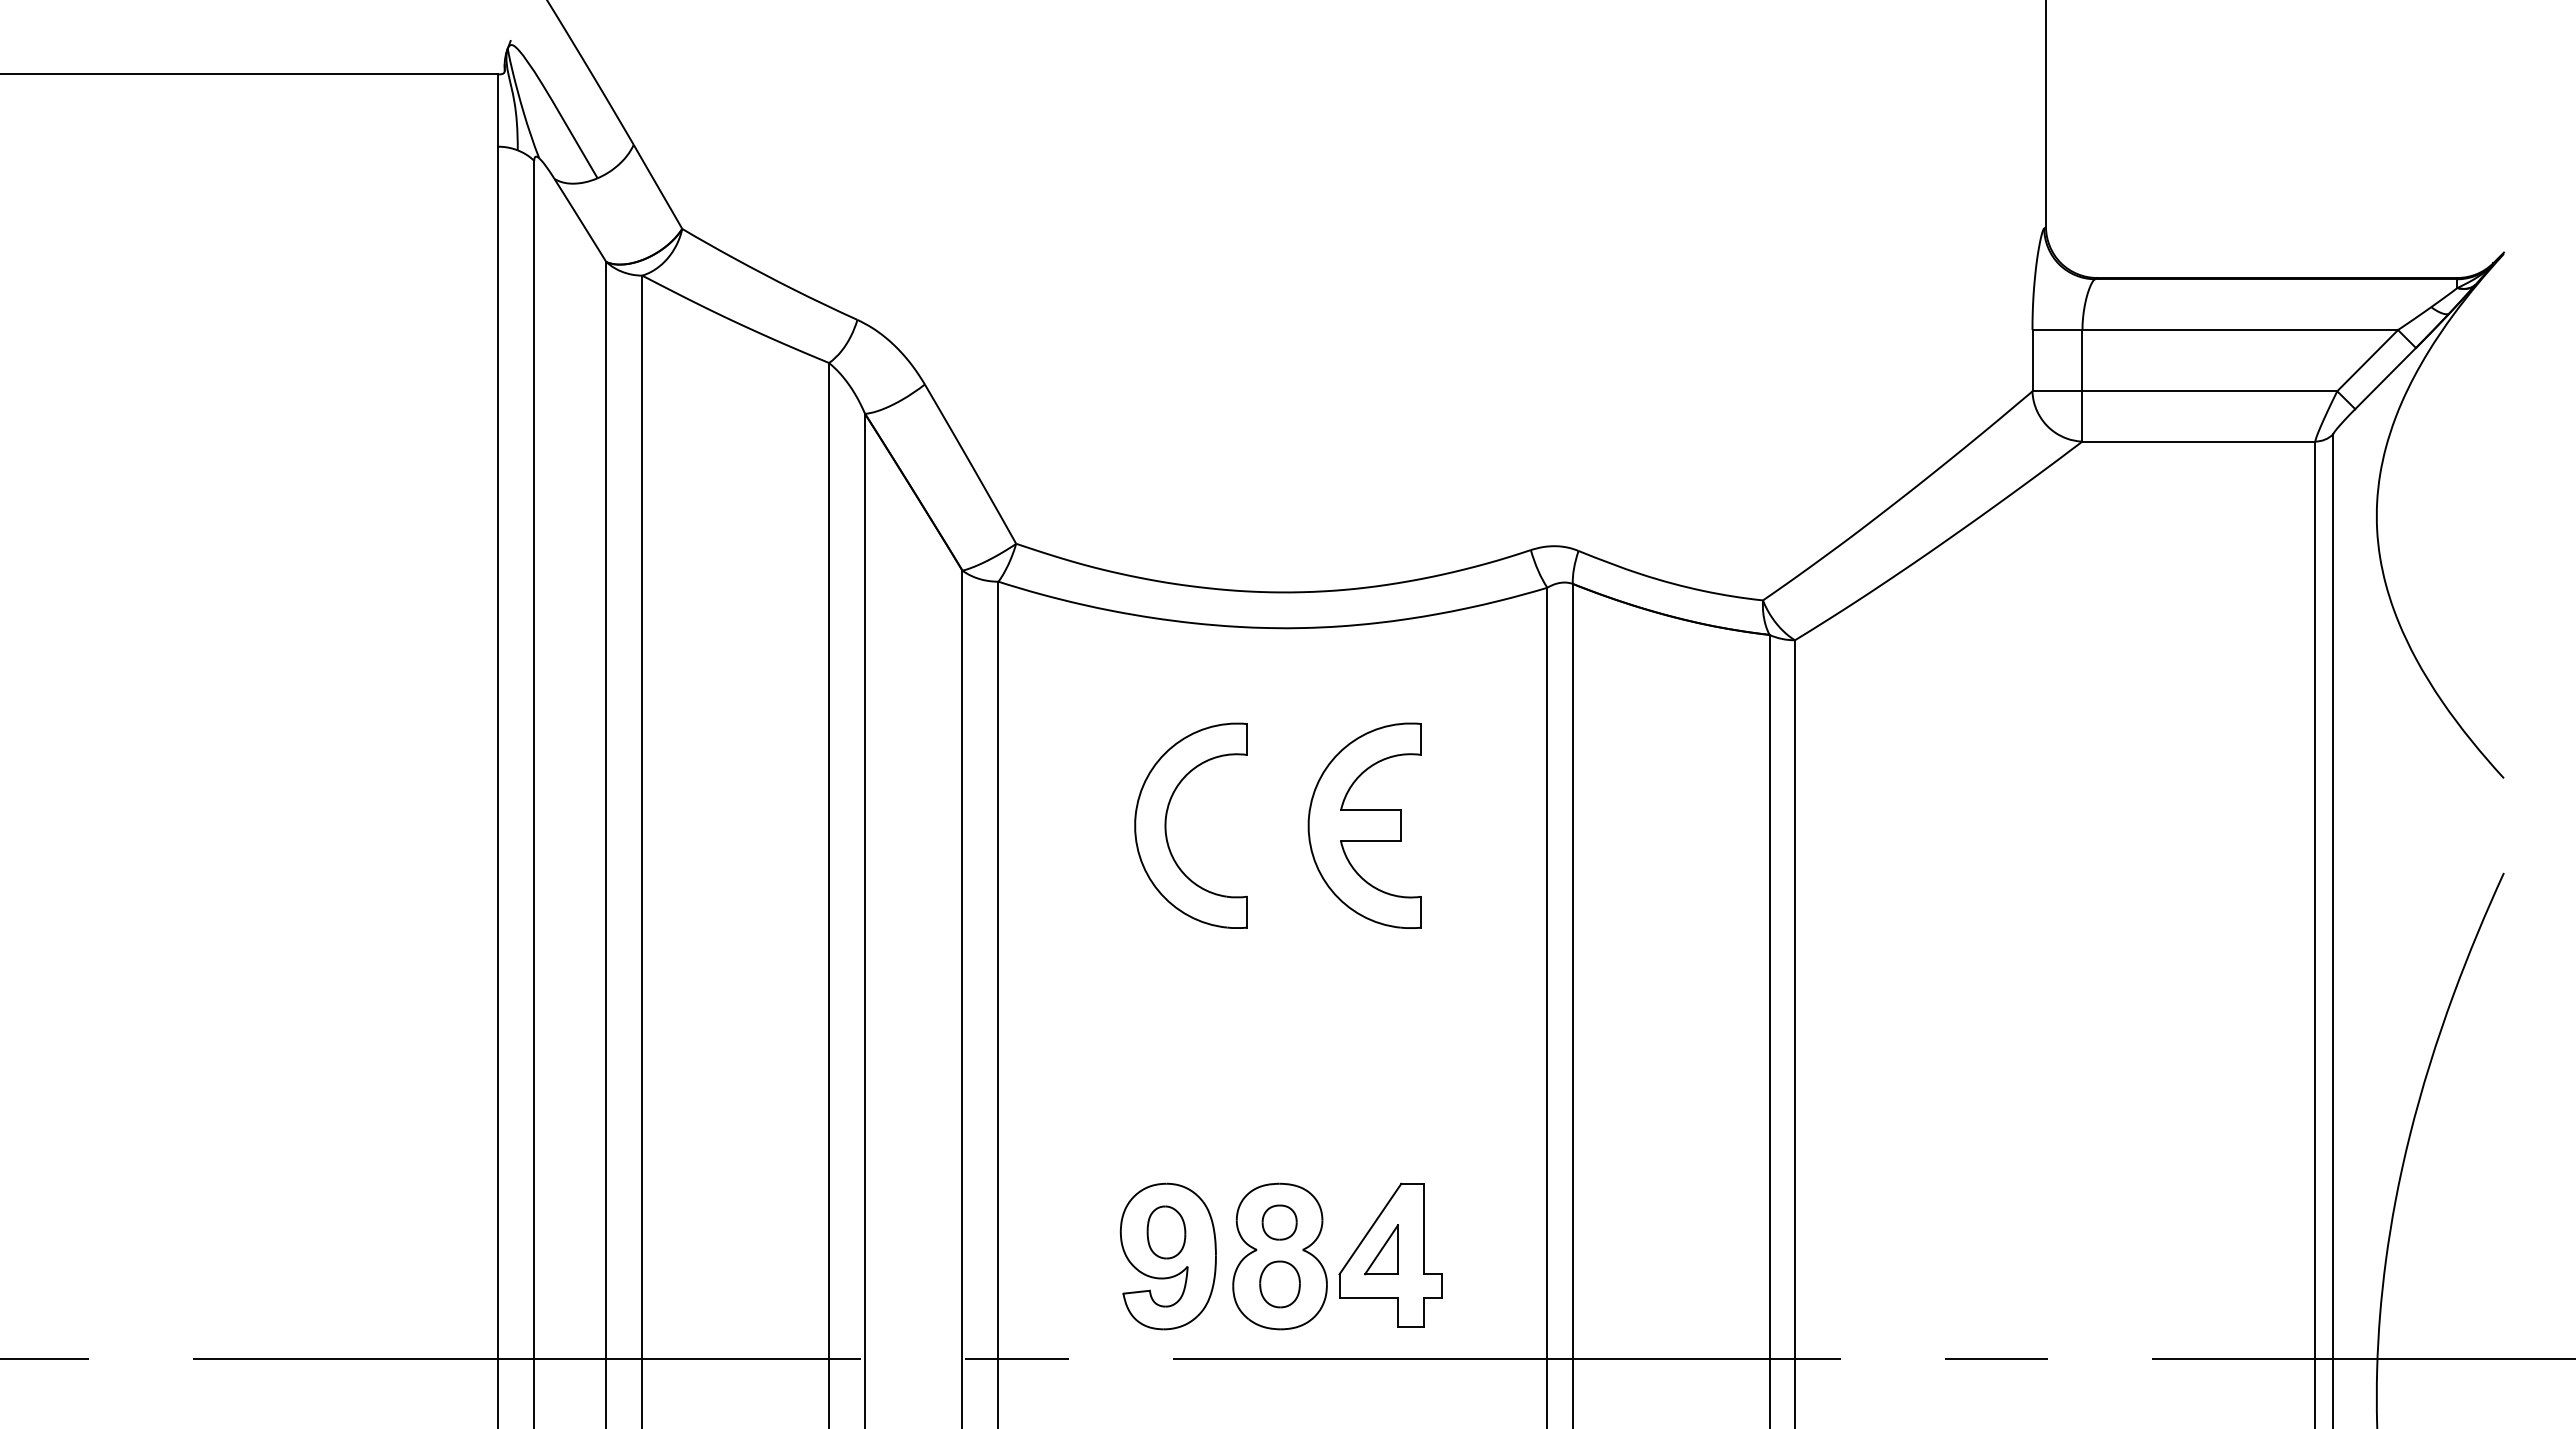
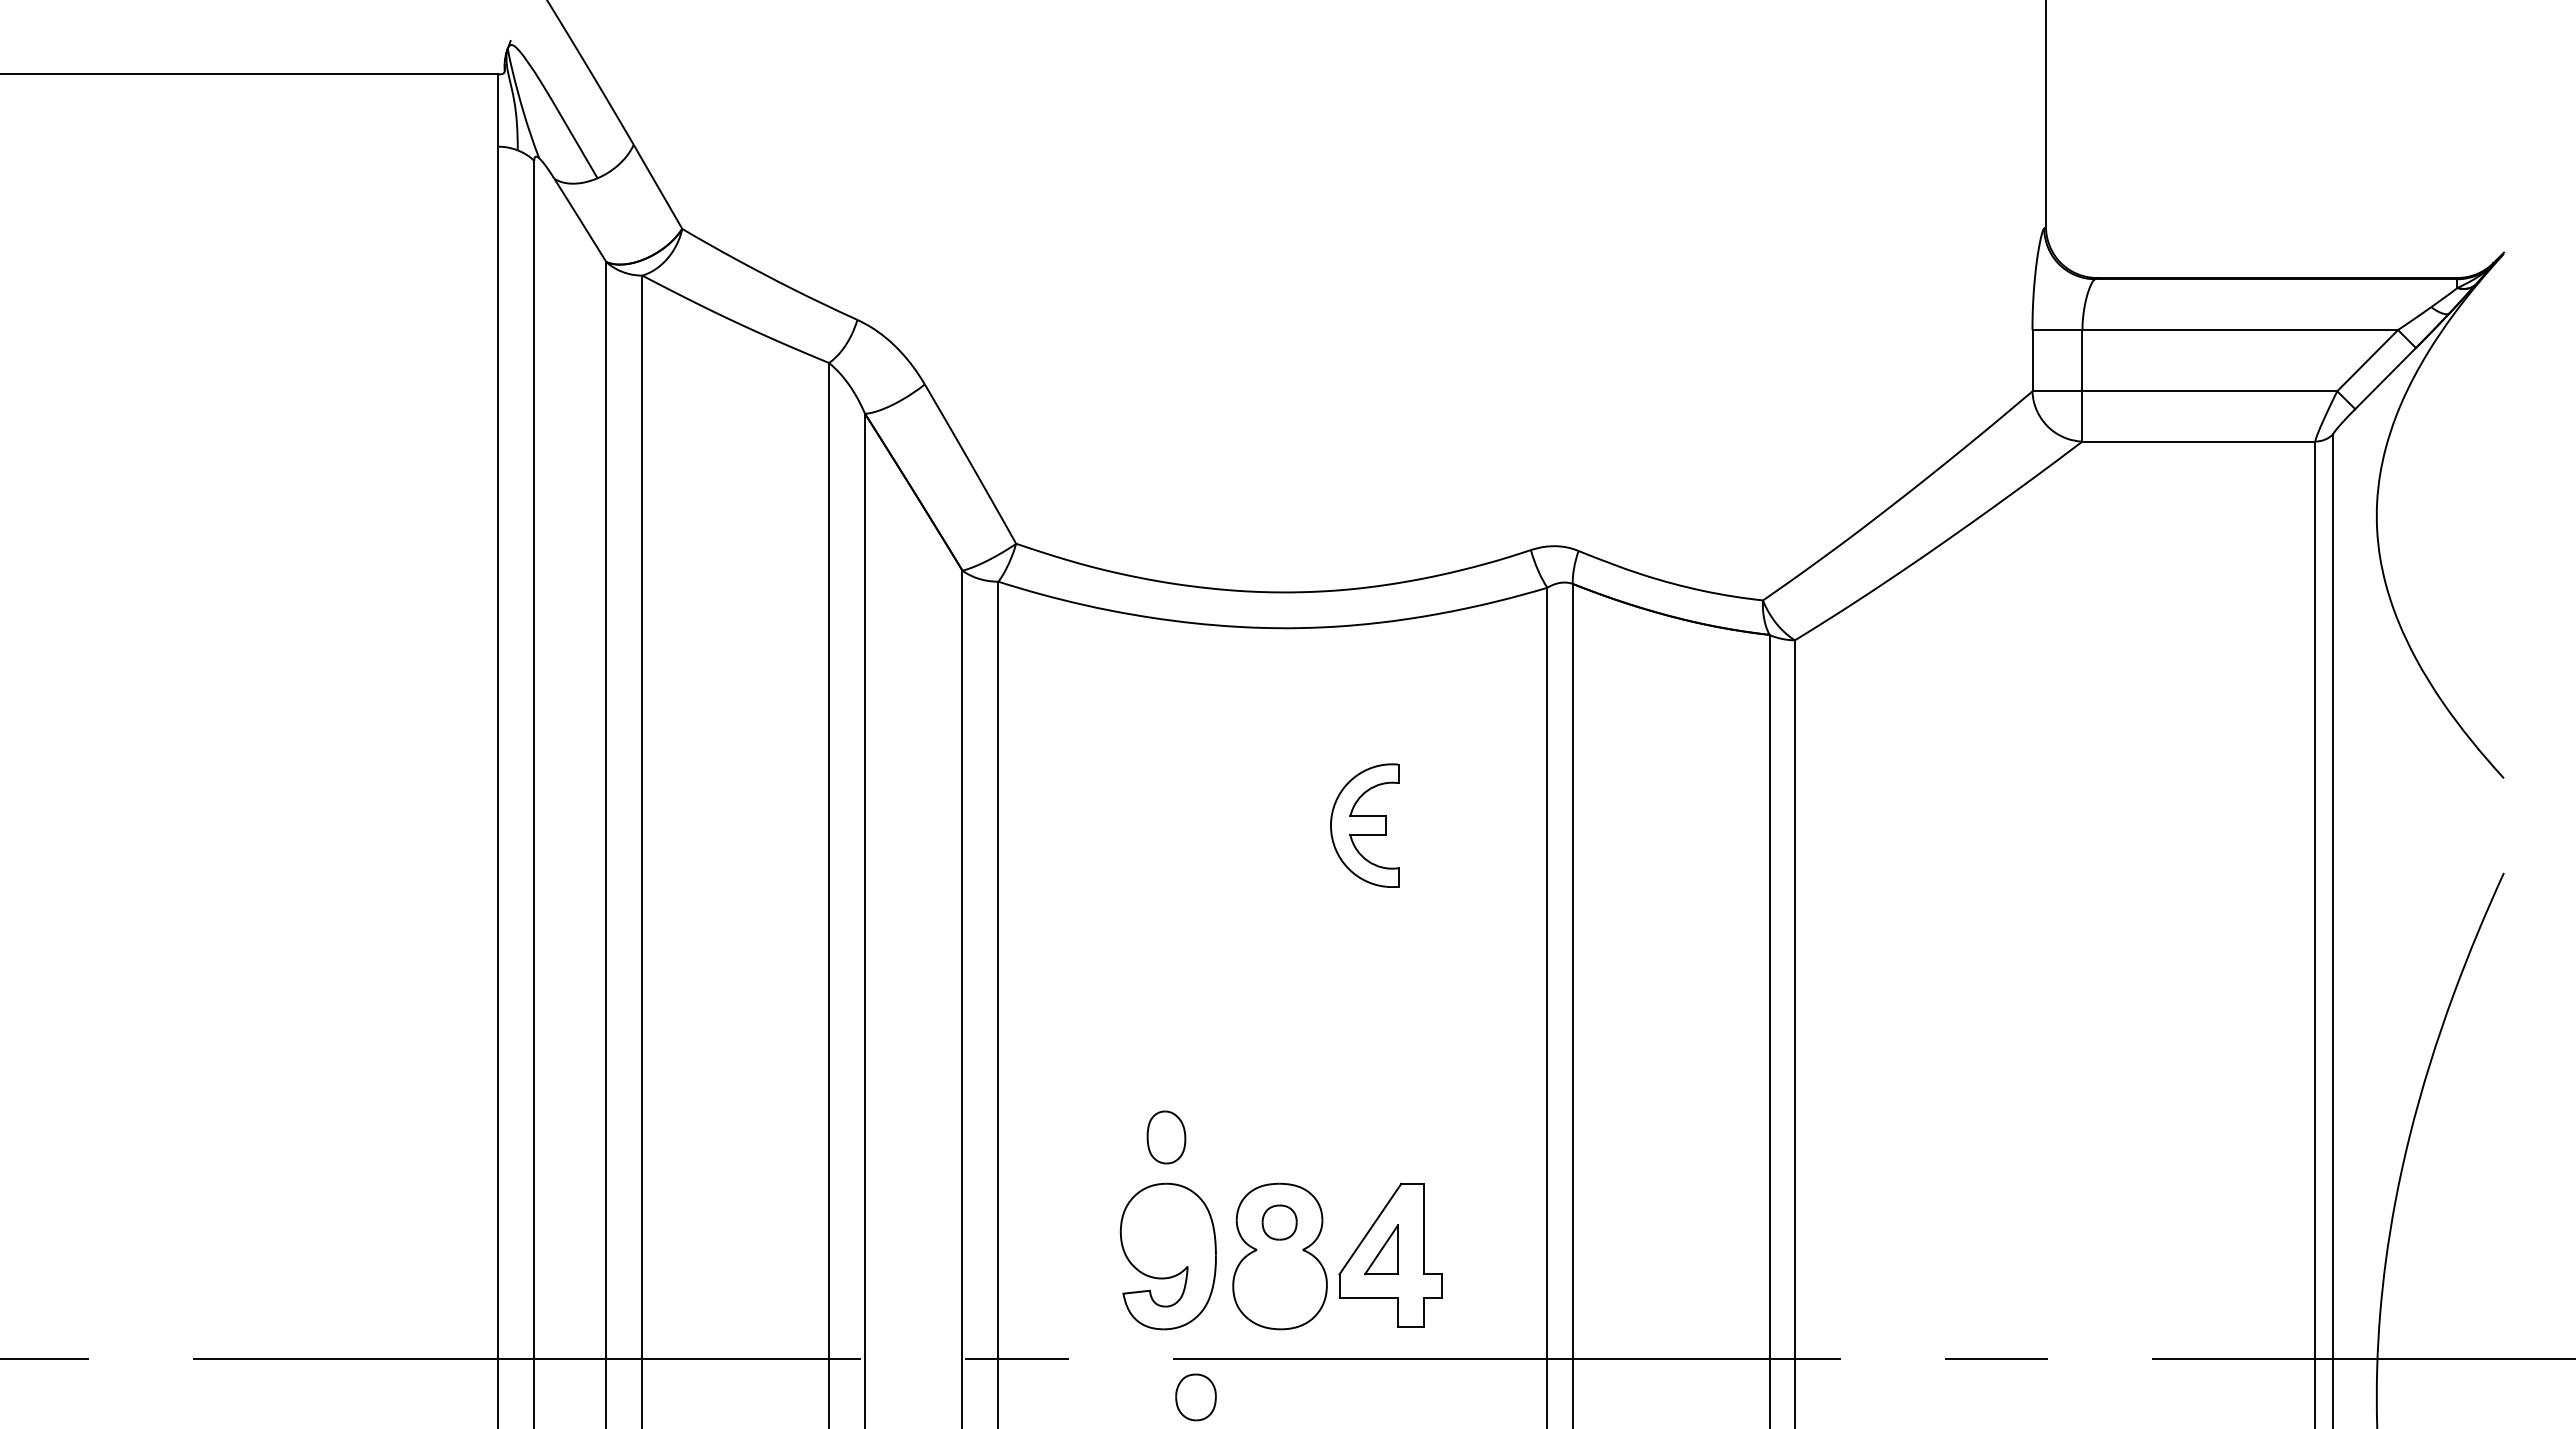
part at (1166, 825): present -> none
part at (1364, 825) size: 115x207 px -> 70x125 px
part at (1166, 1232) position: (1166, 1232) -> (1166, 1137)
part at (1279, 1284) position: (1279, 1284) -> (1195, 1397)
